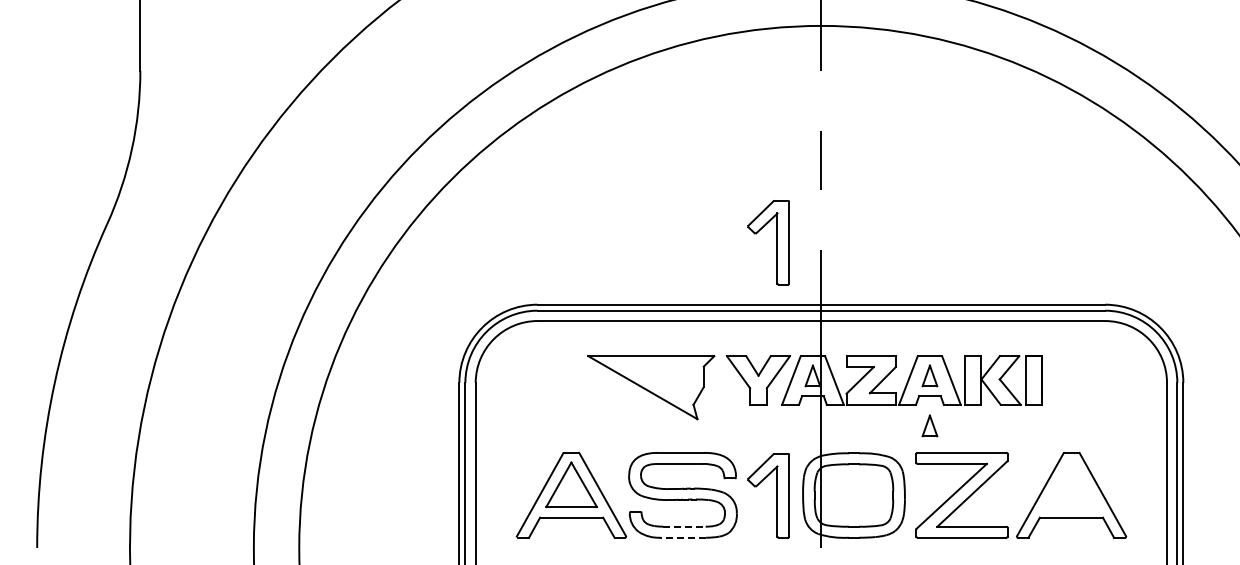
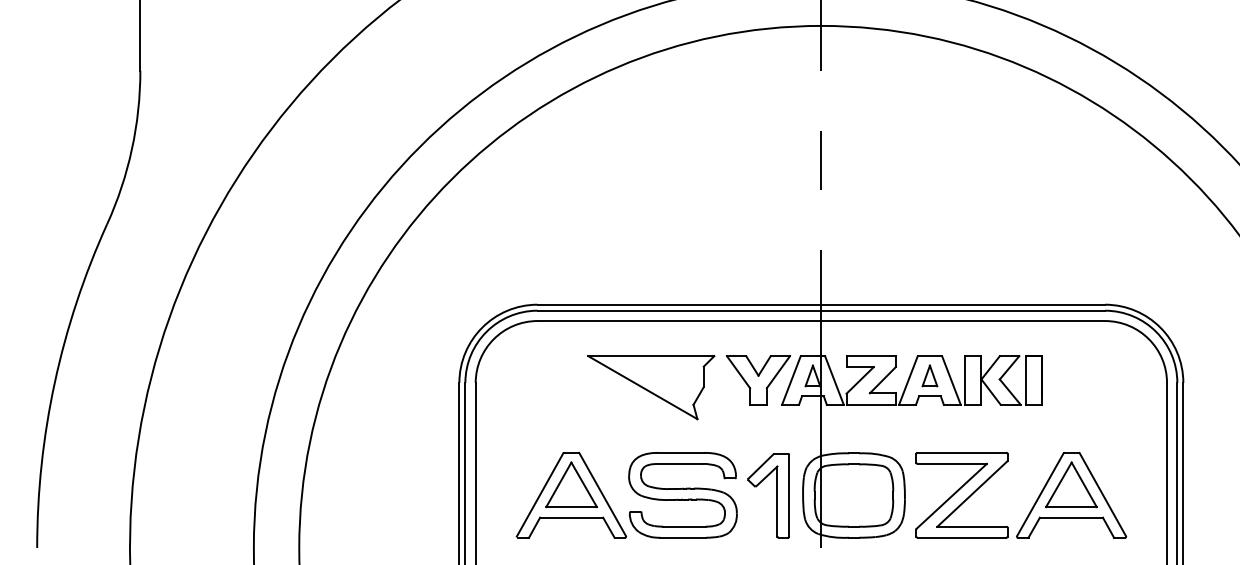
part at (776, 242): present -> none
part at (929, 425): present -> none
part at (1071, 484): none -> present
line at (685, 526): dashed -> solid
line at (683, 537): dashed -> solid
